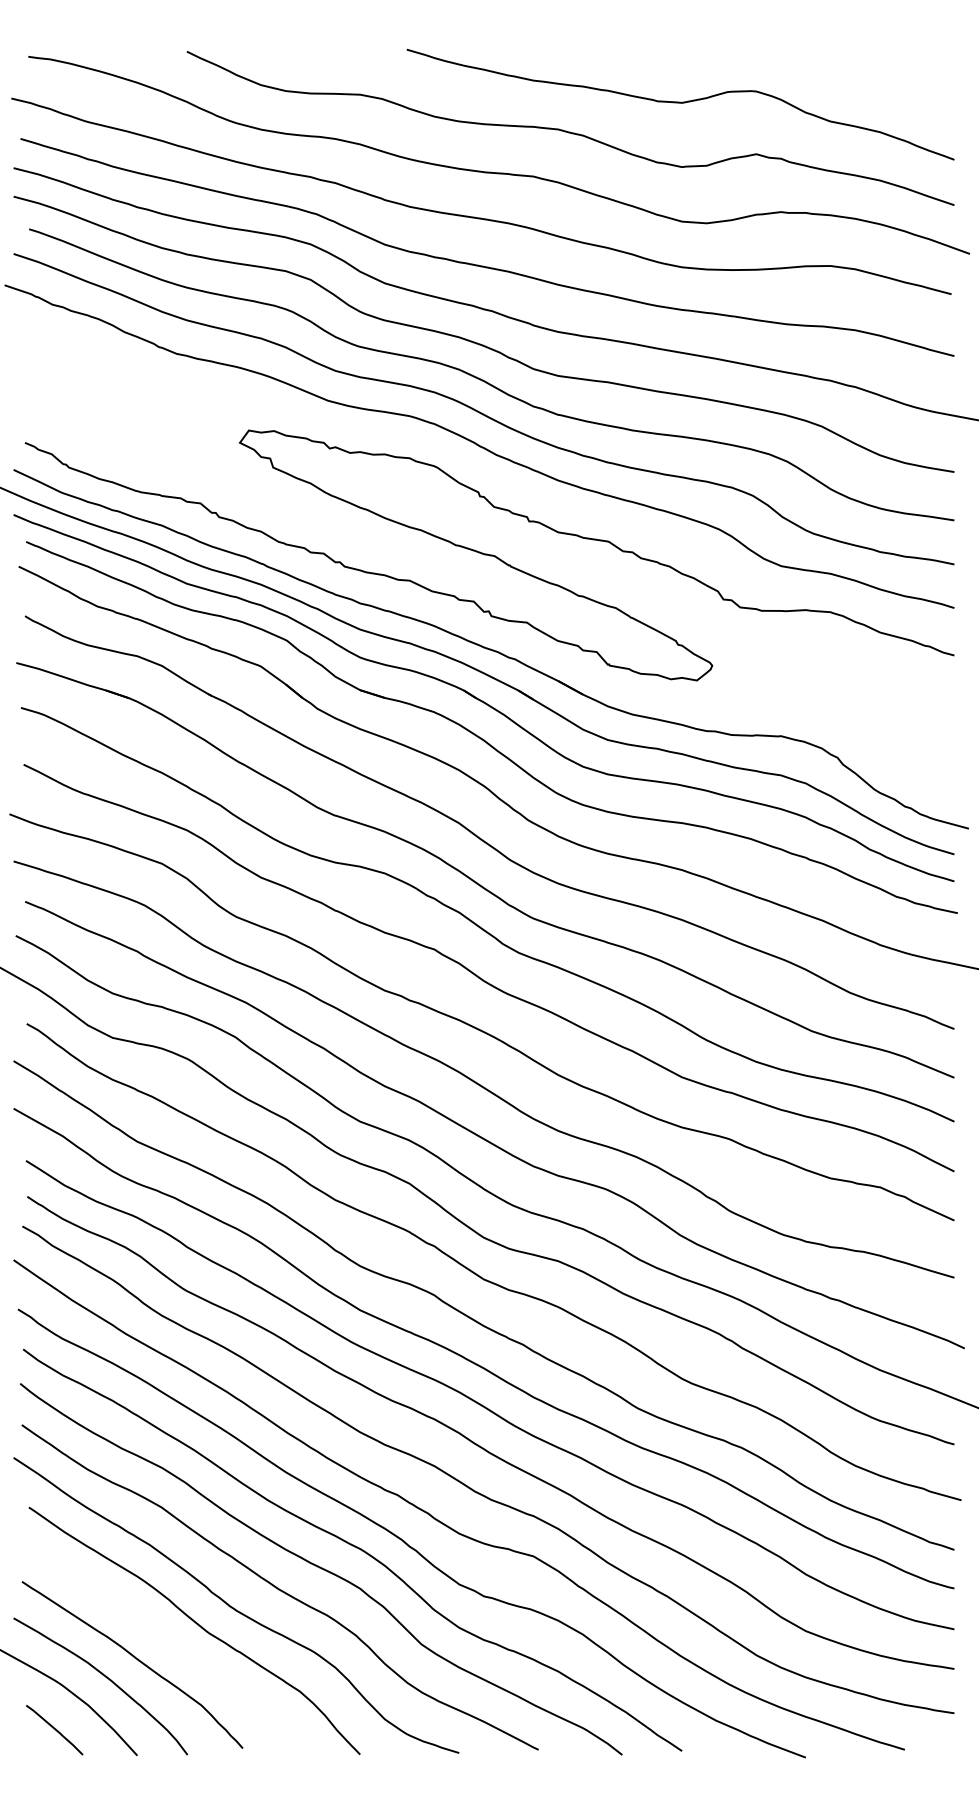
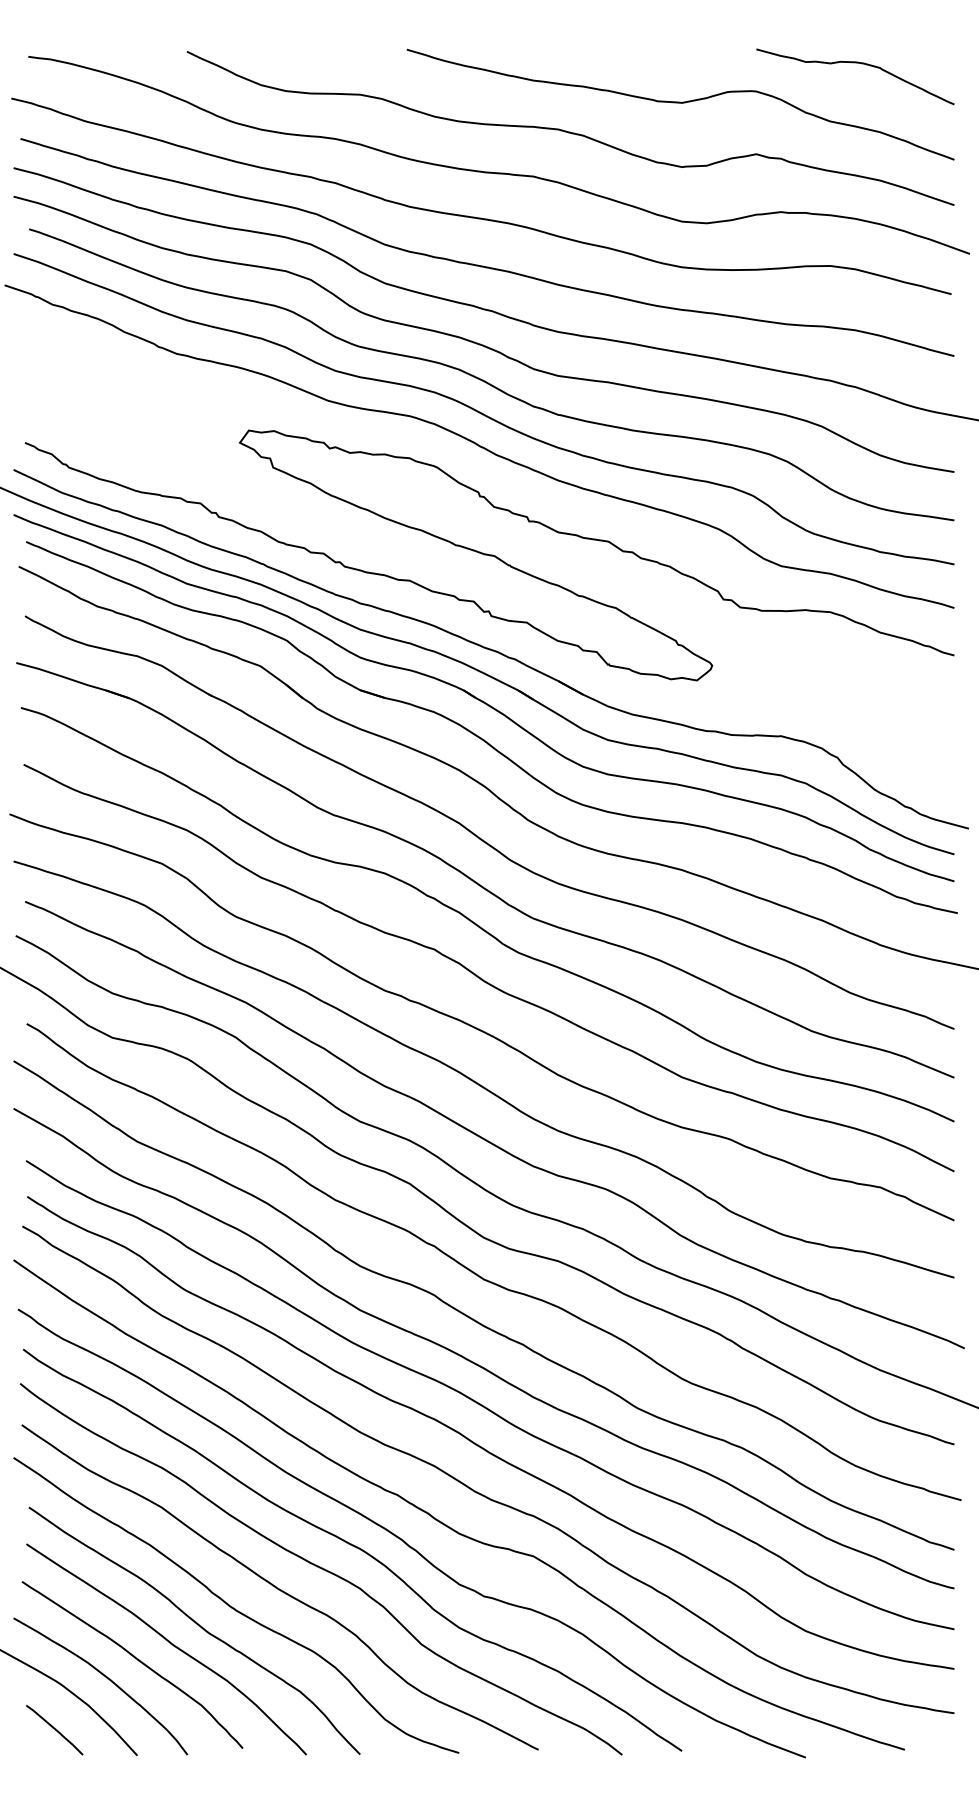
curve at (855, 63): none -> present
curve at (170, 1644): none -> present
